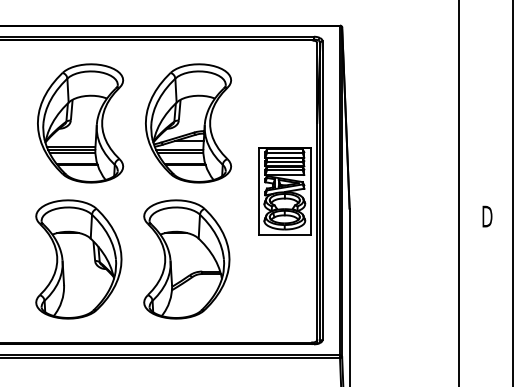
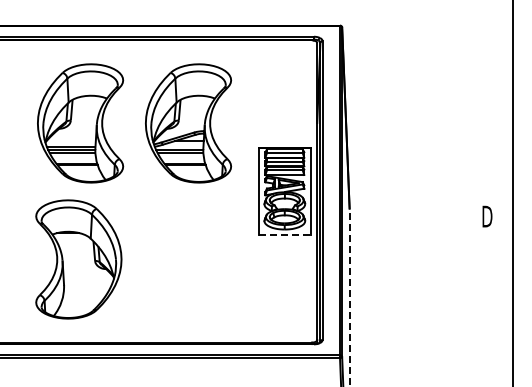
line at (458, 192): present -> none
line at (284, 234): solid -> dashed
part at (186, 259): present -> none
line at (349, 297): solid -> dashed
